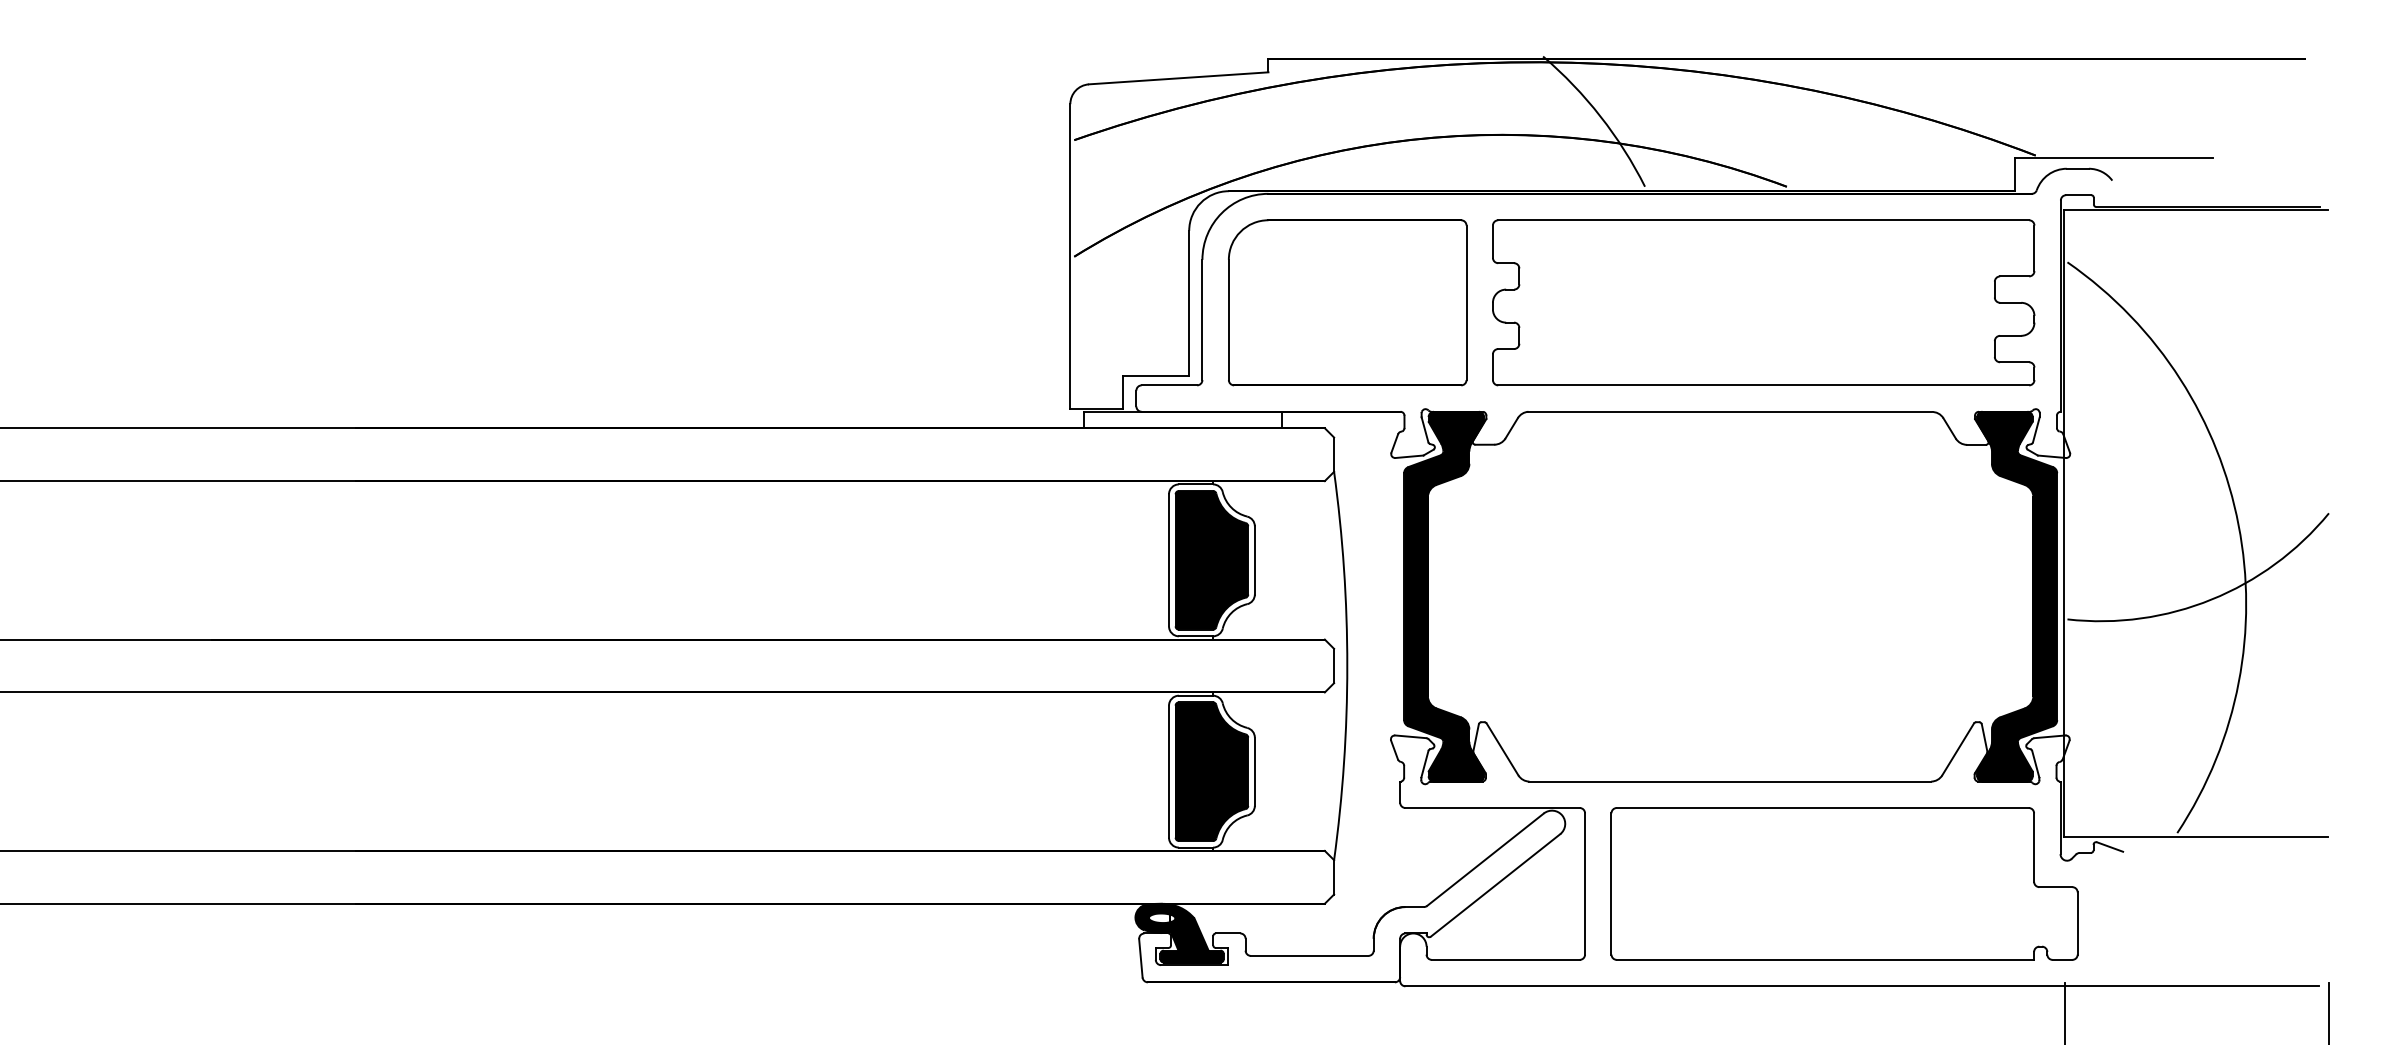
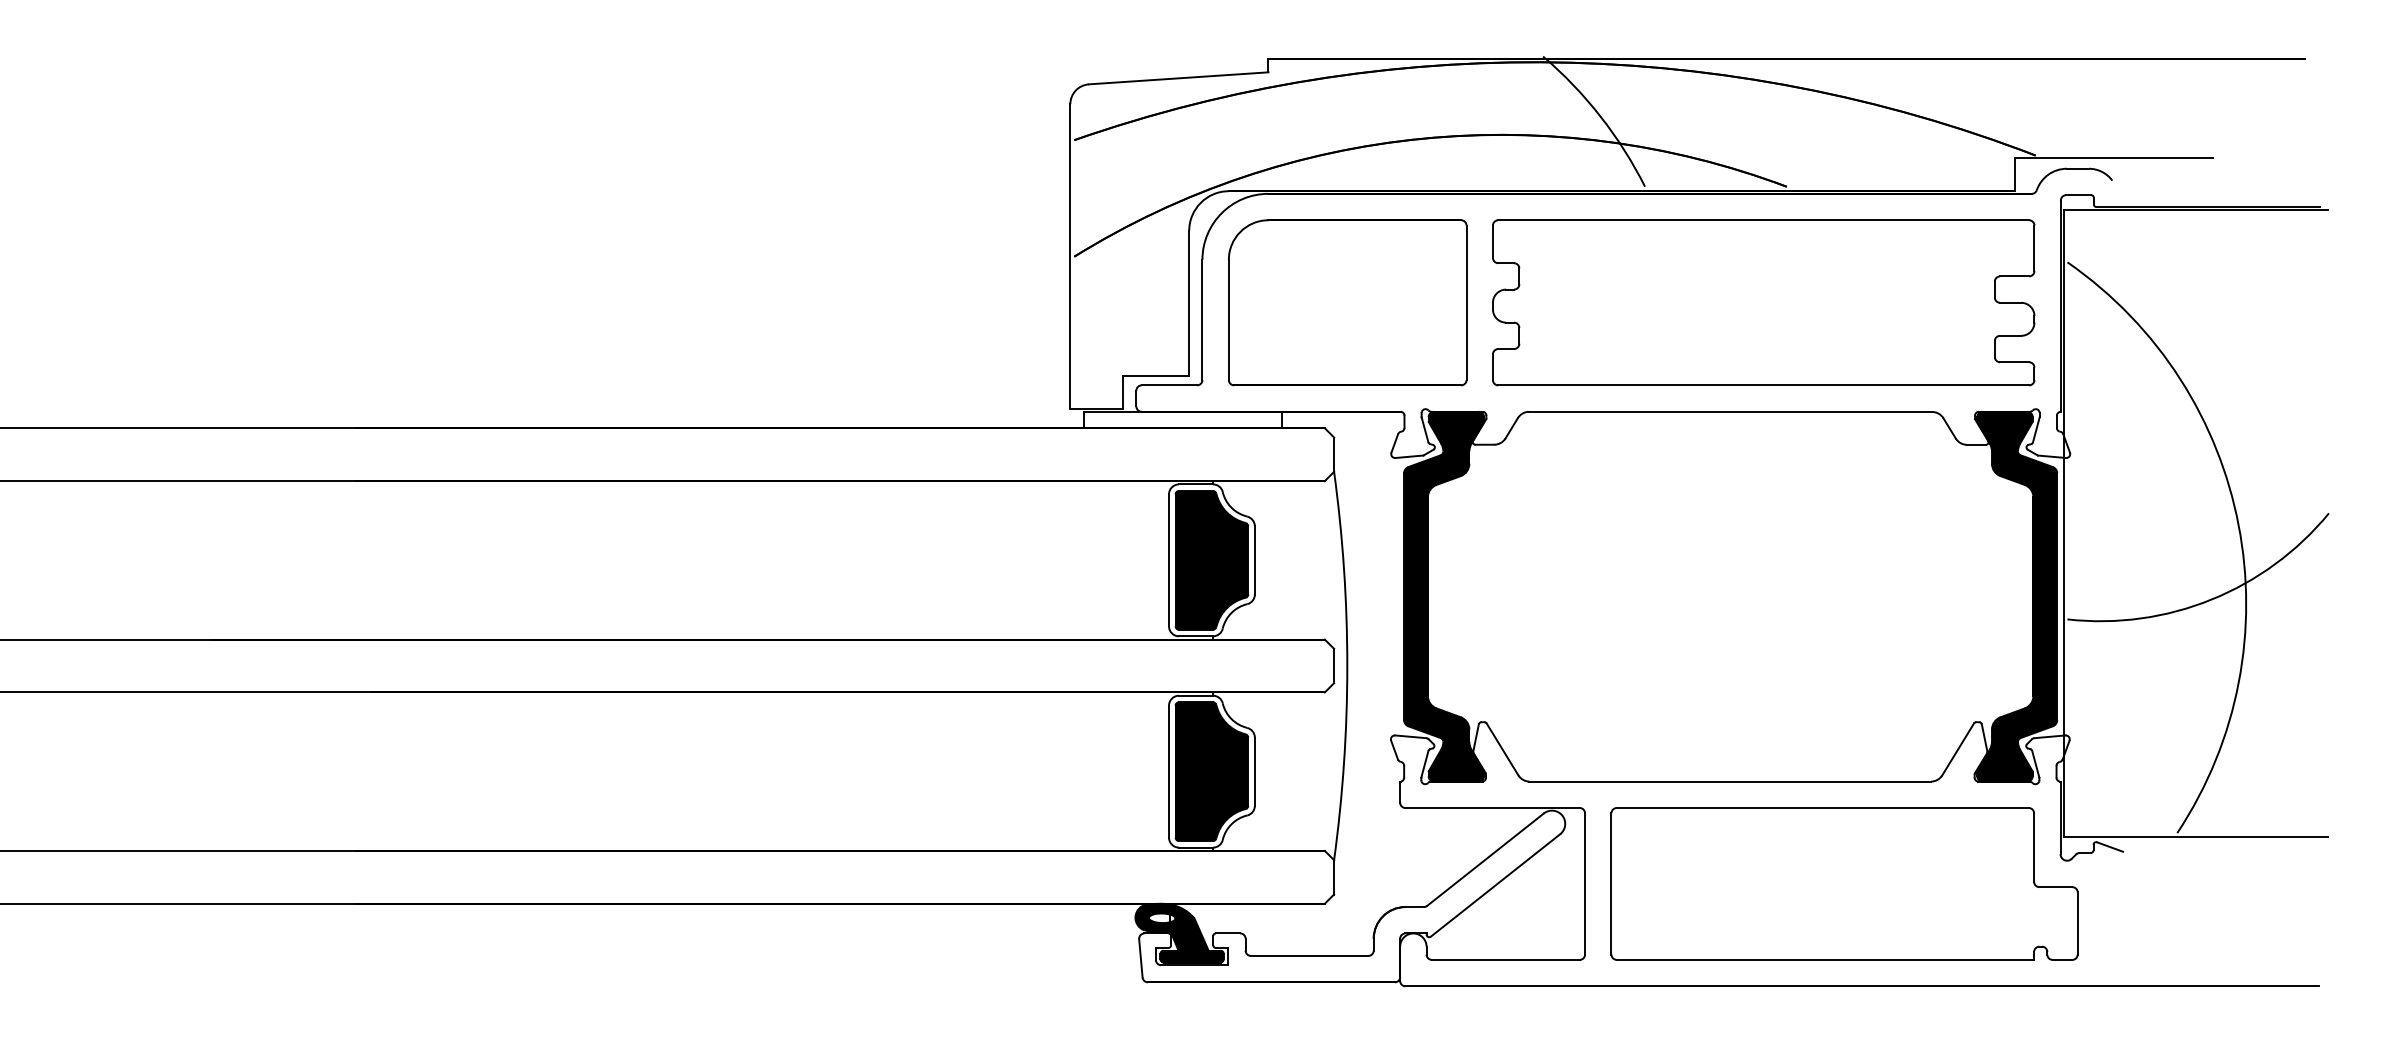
line at (2328, 1011): present -> none
line at (2064, 1012): present -> none
